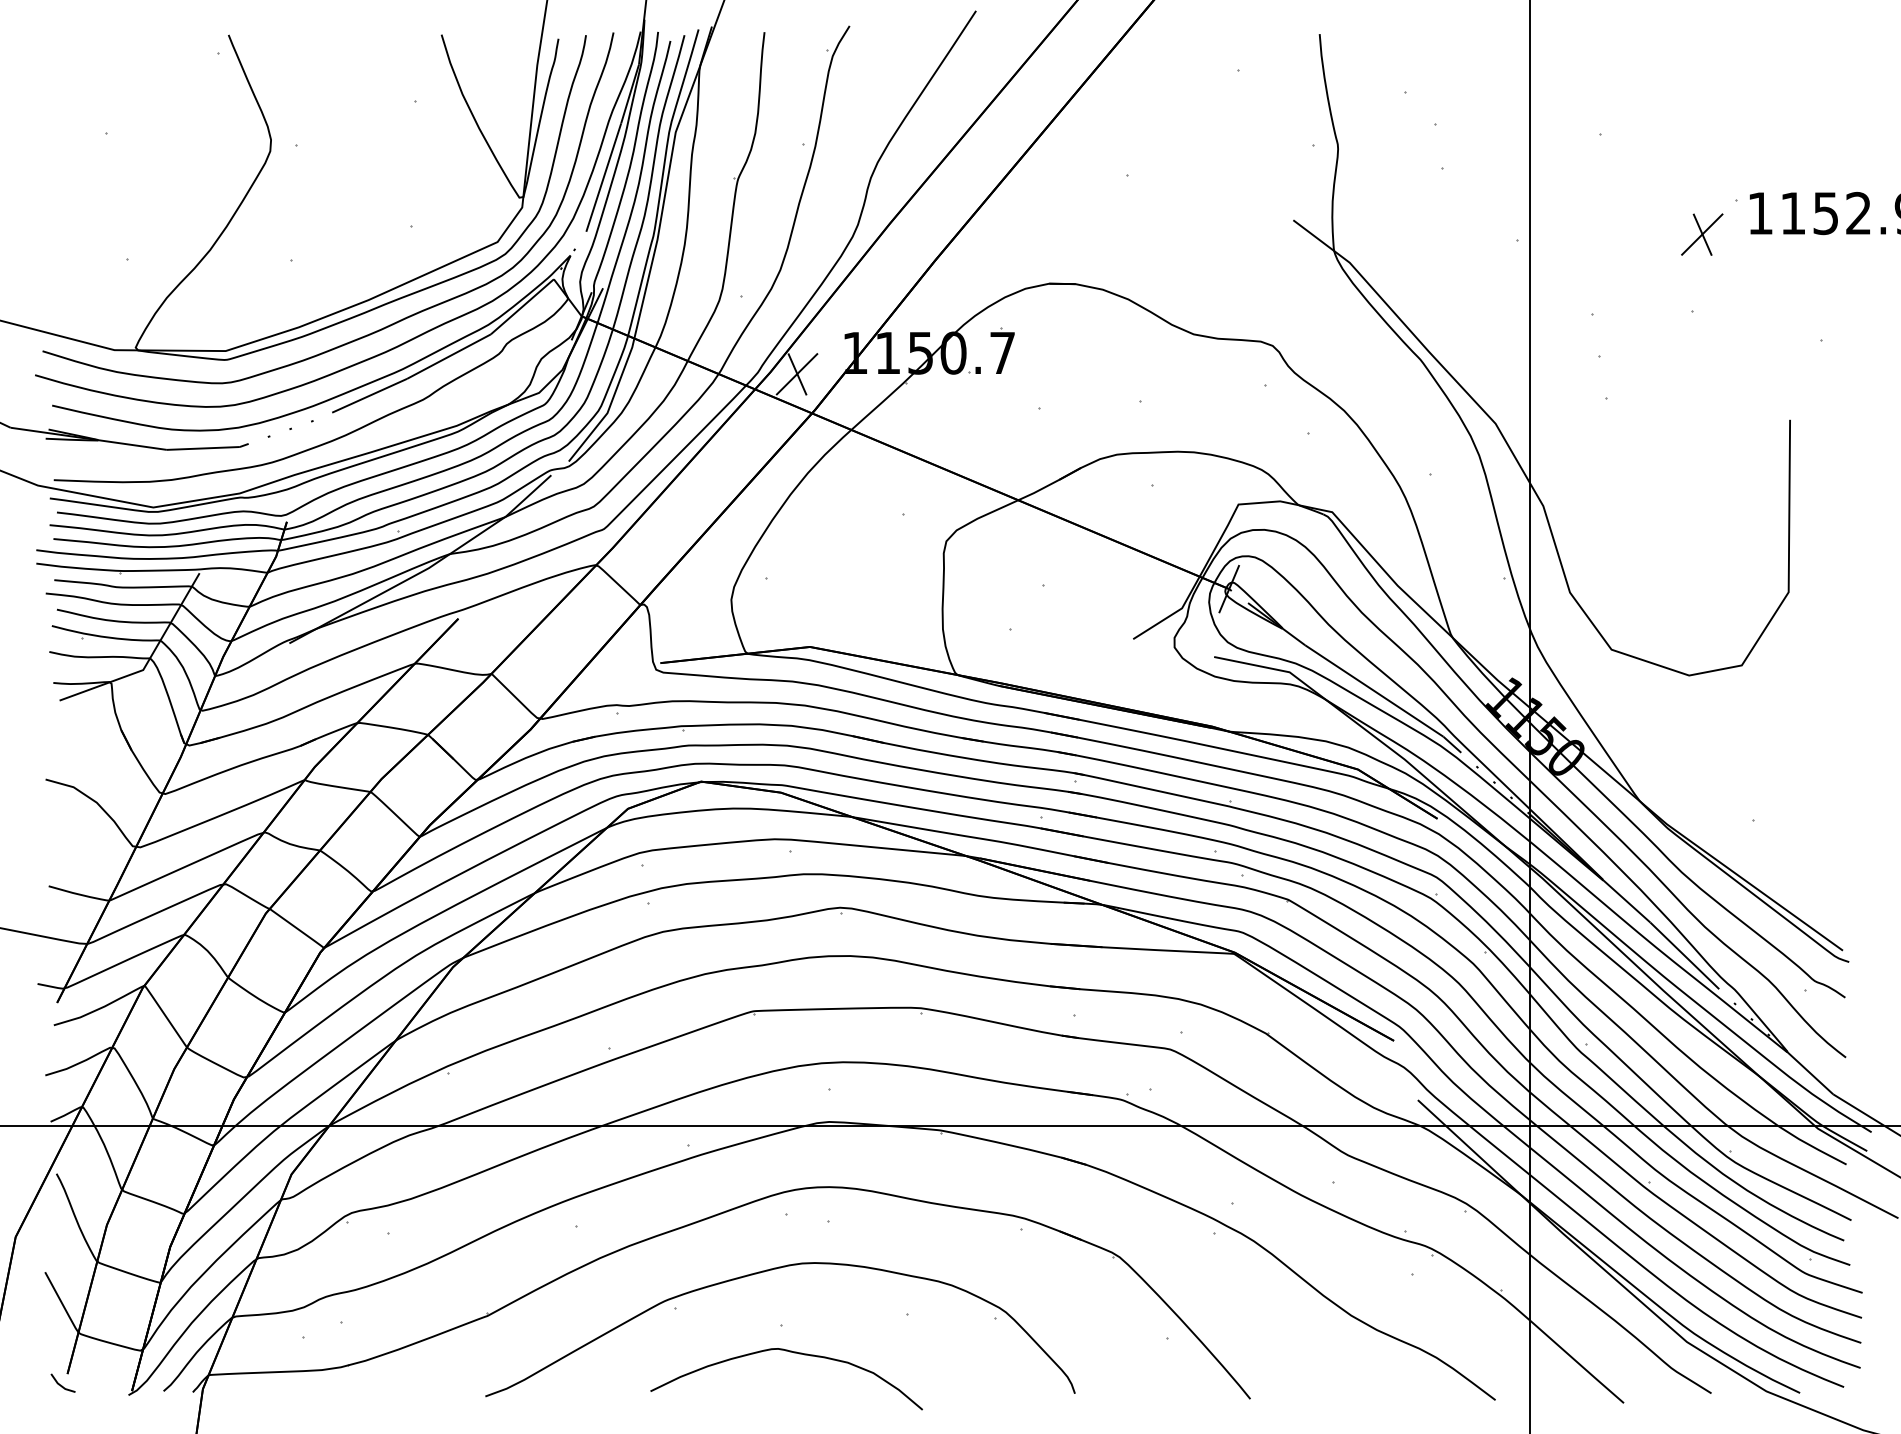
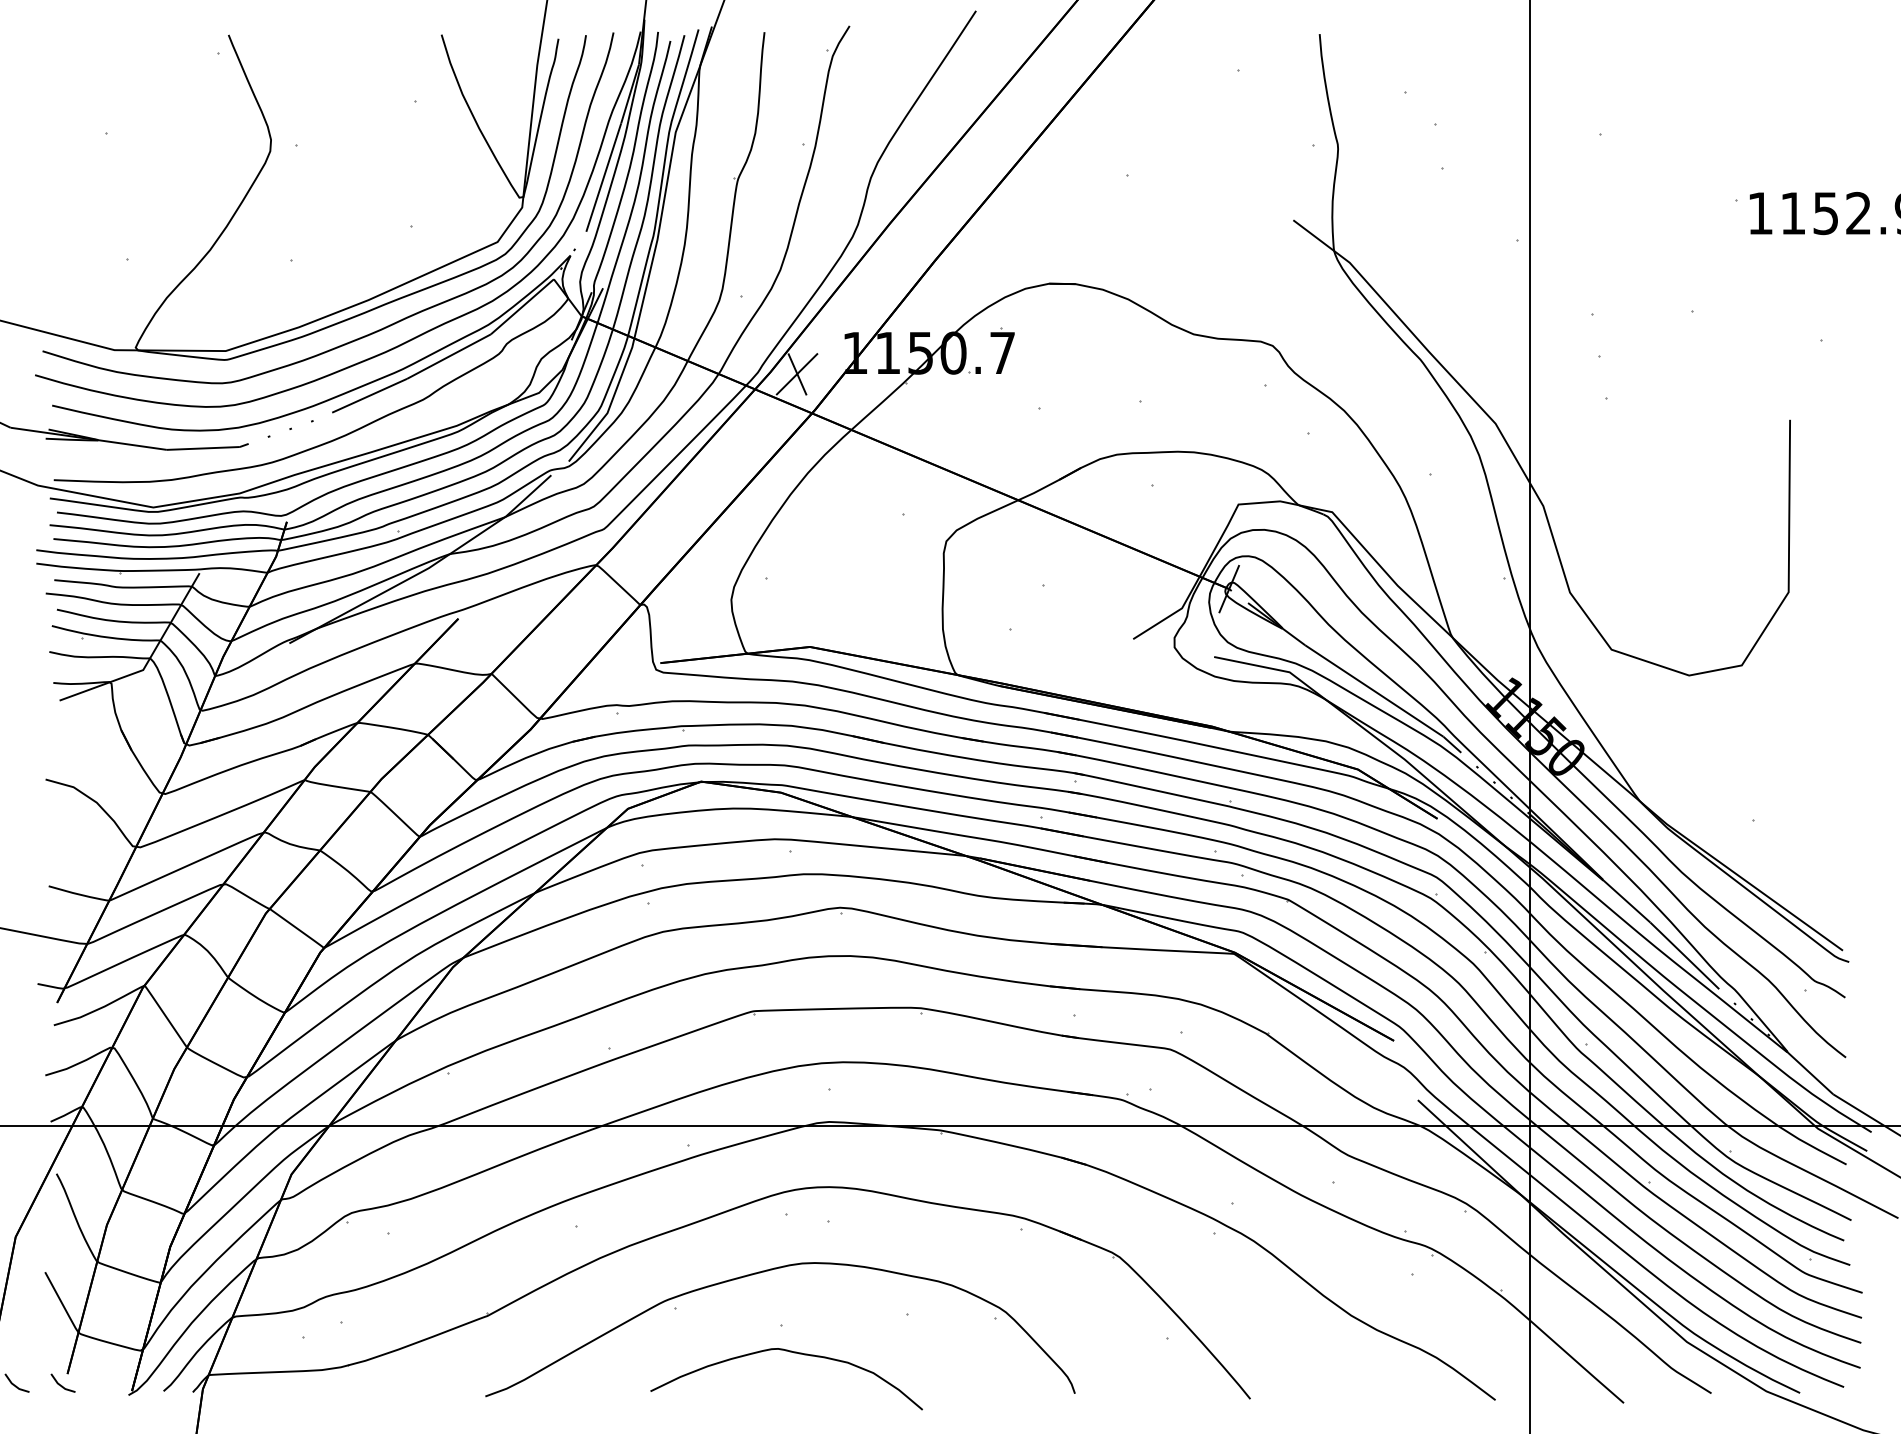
part at (1702, 234): present -> none
line at (14, 1384): none -> present
